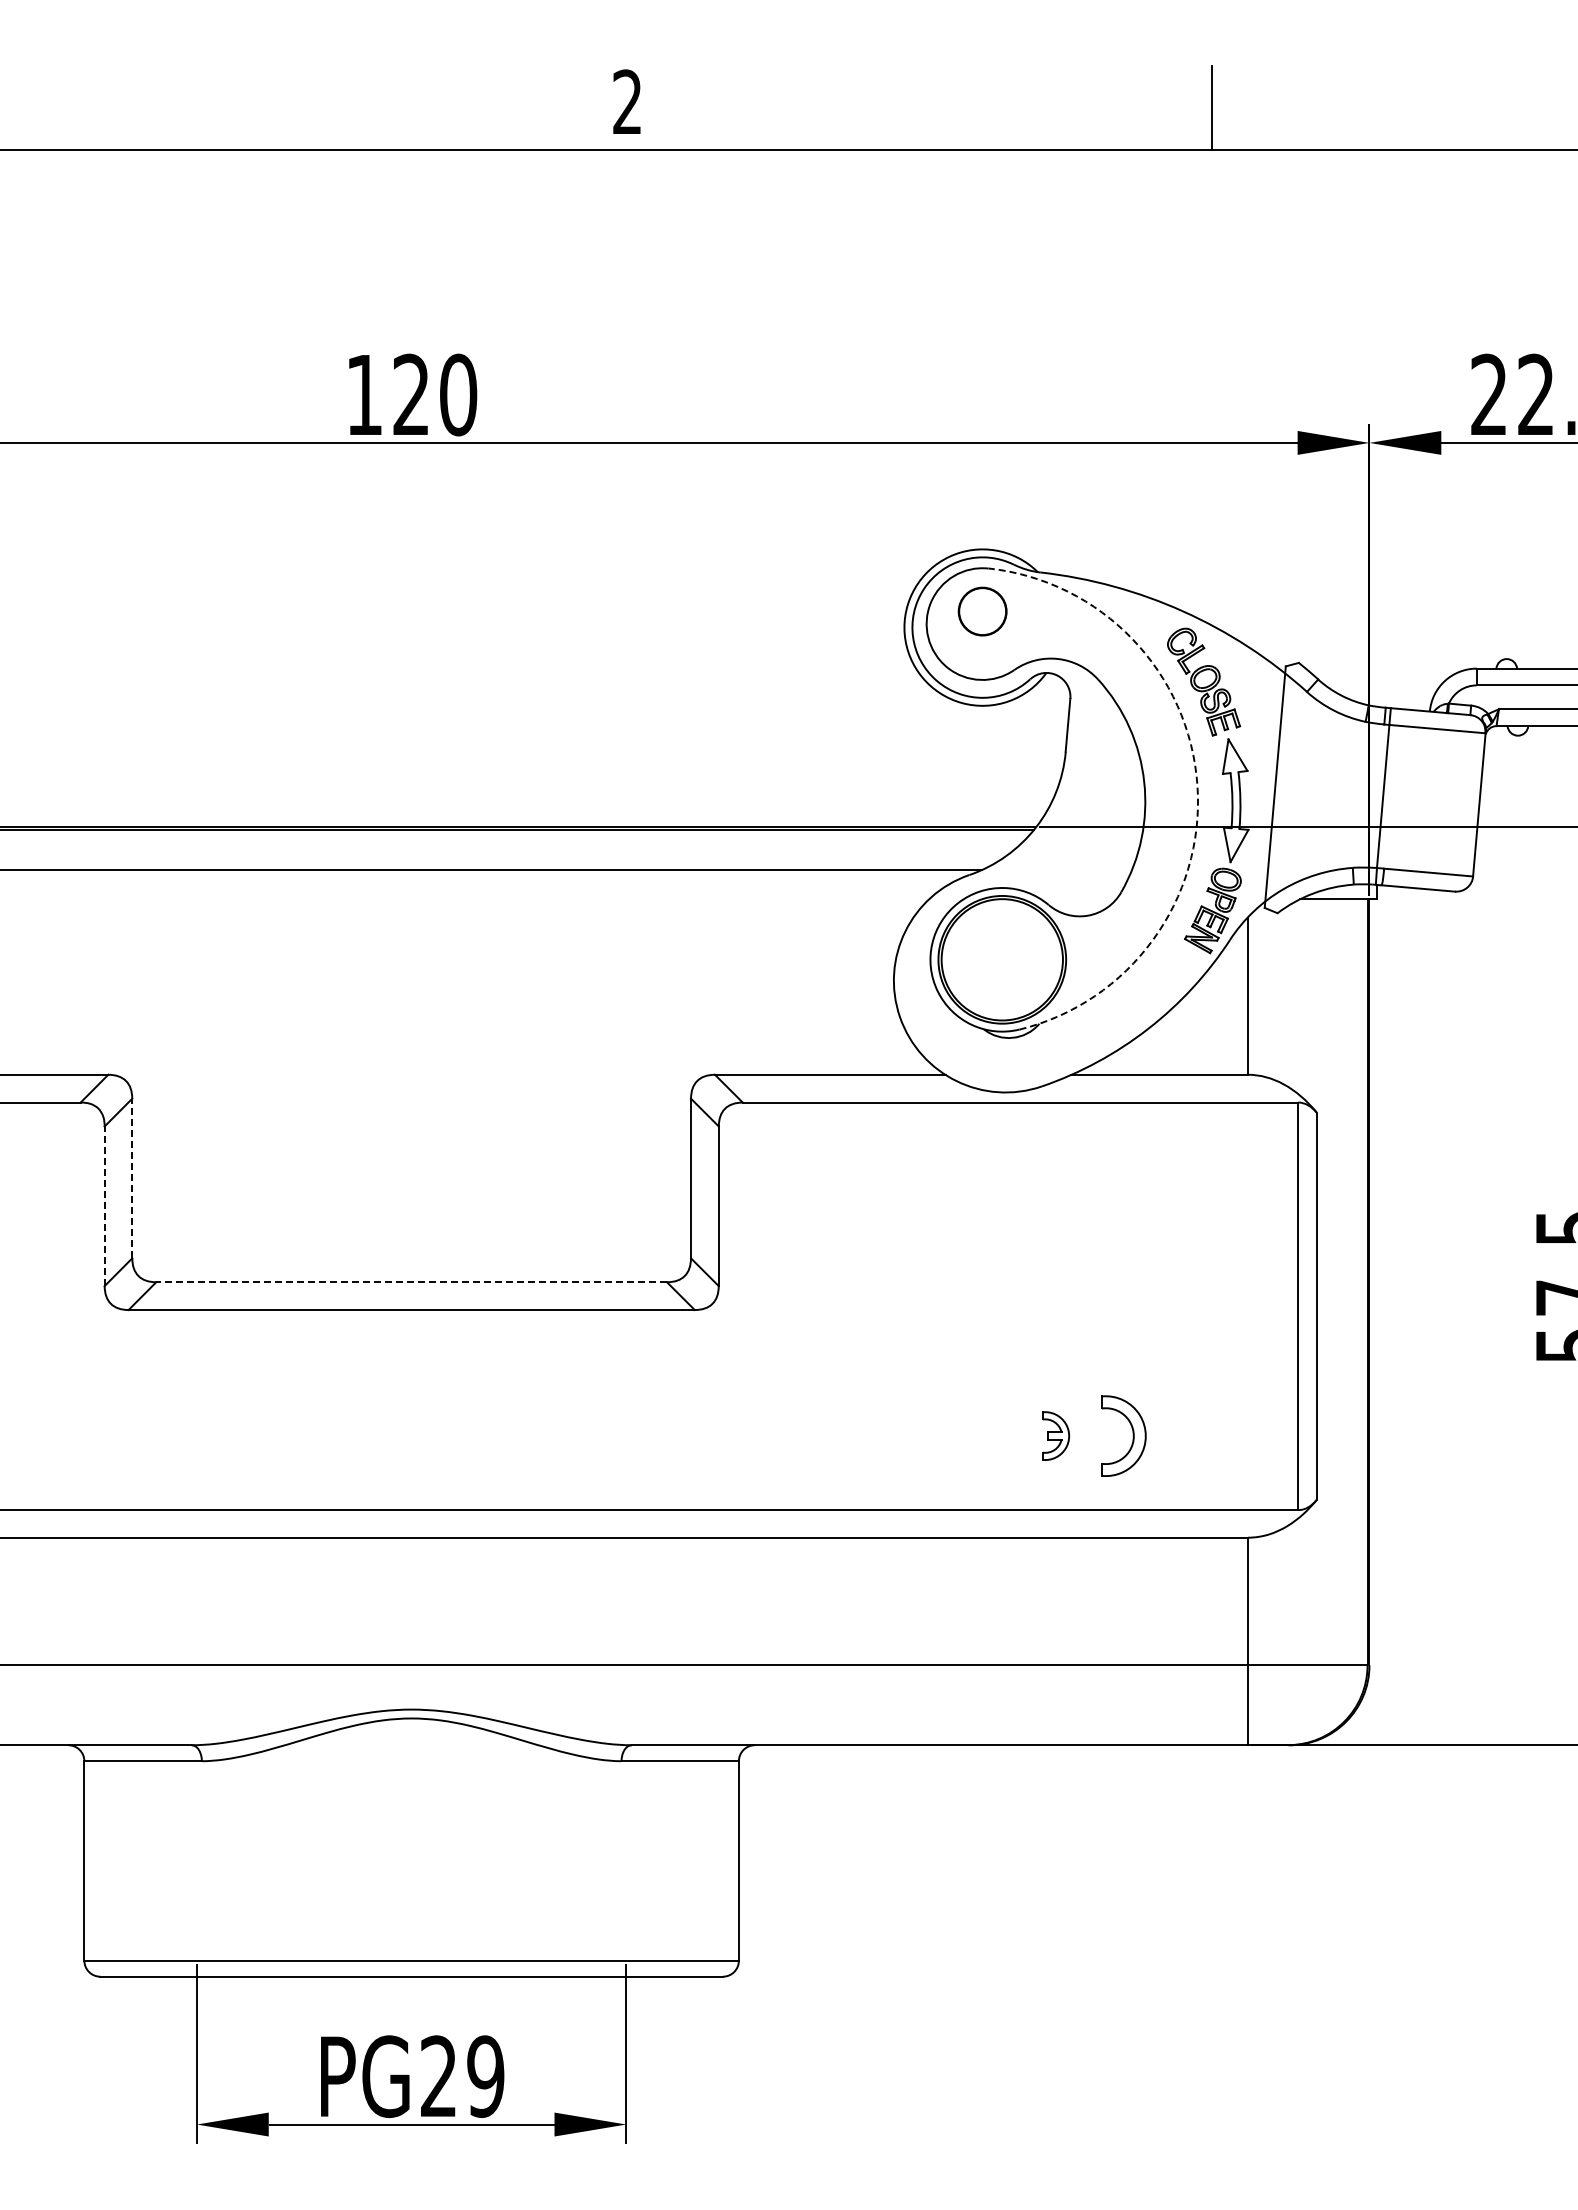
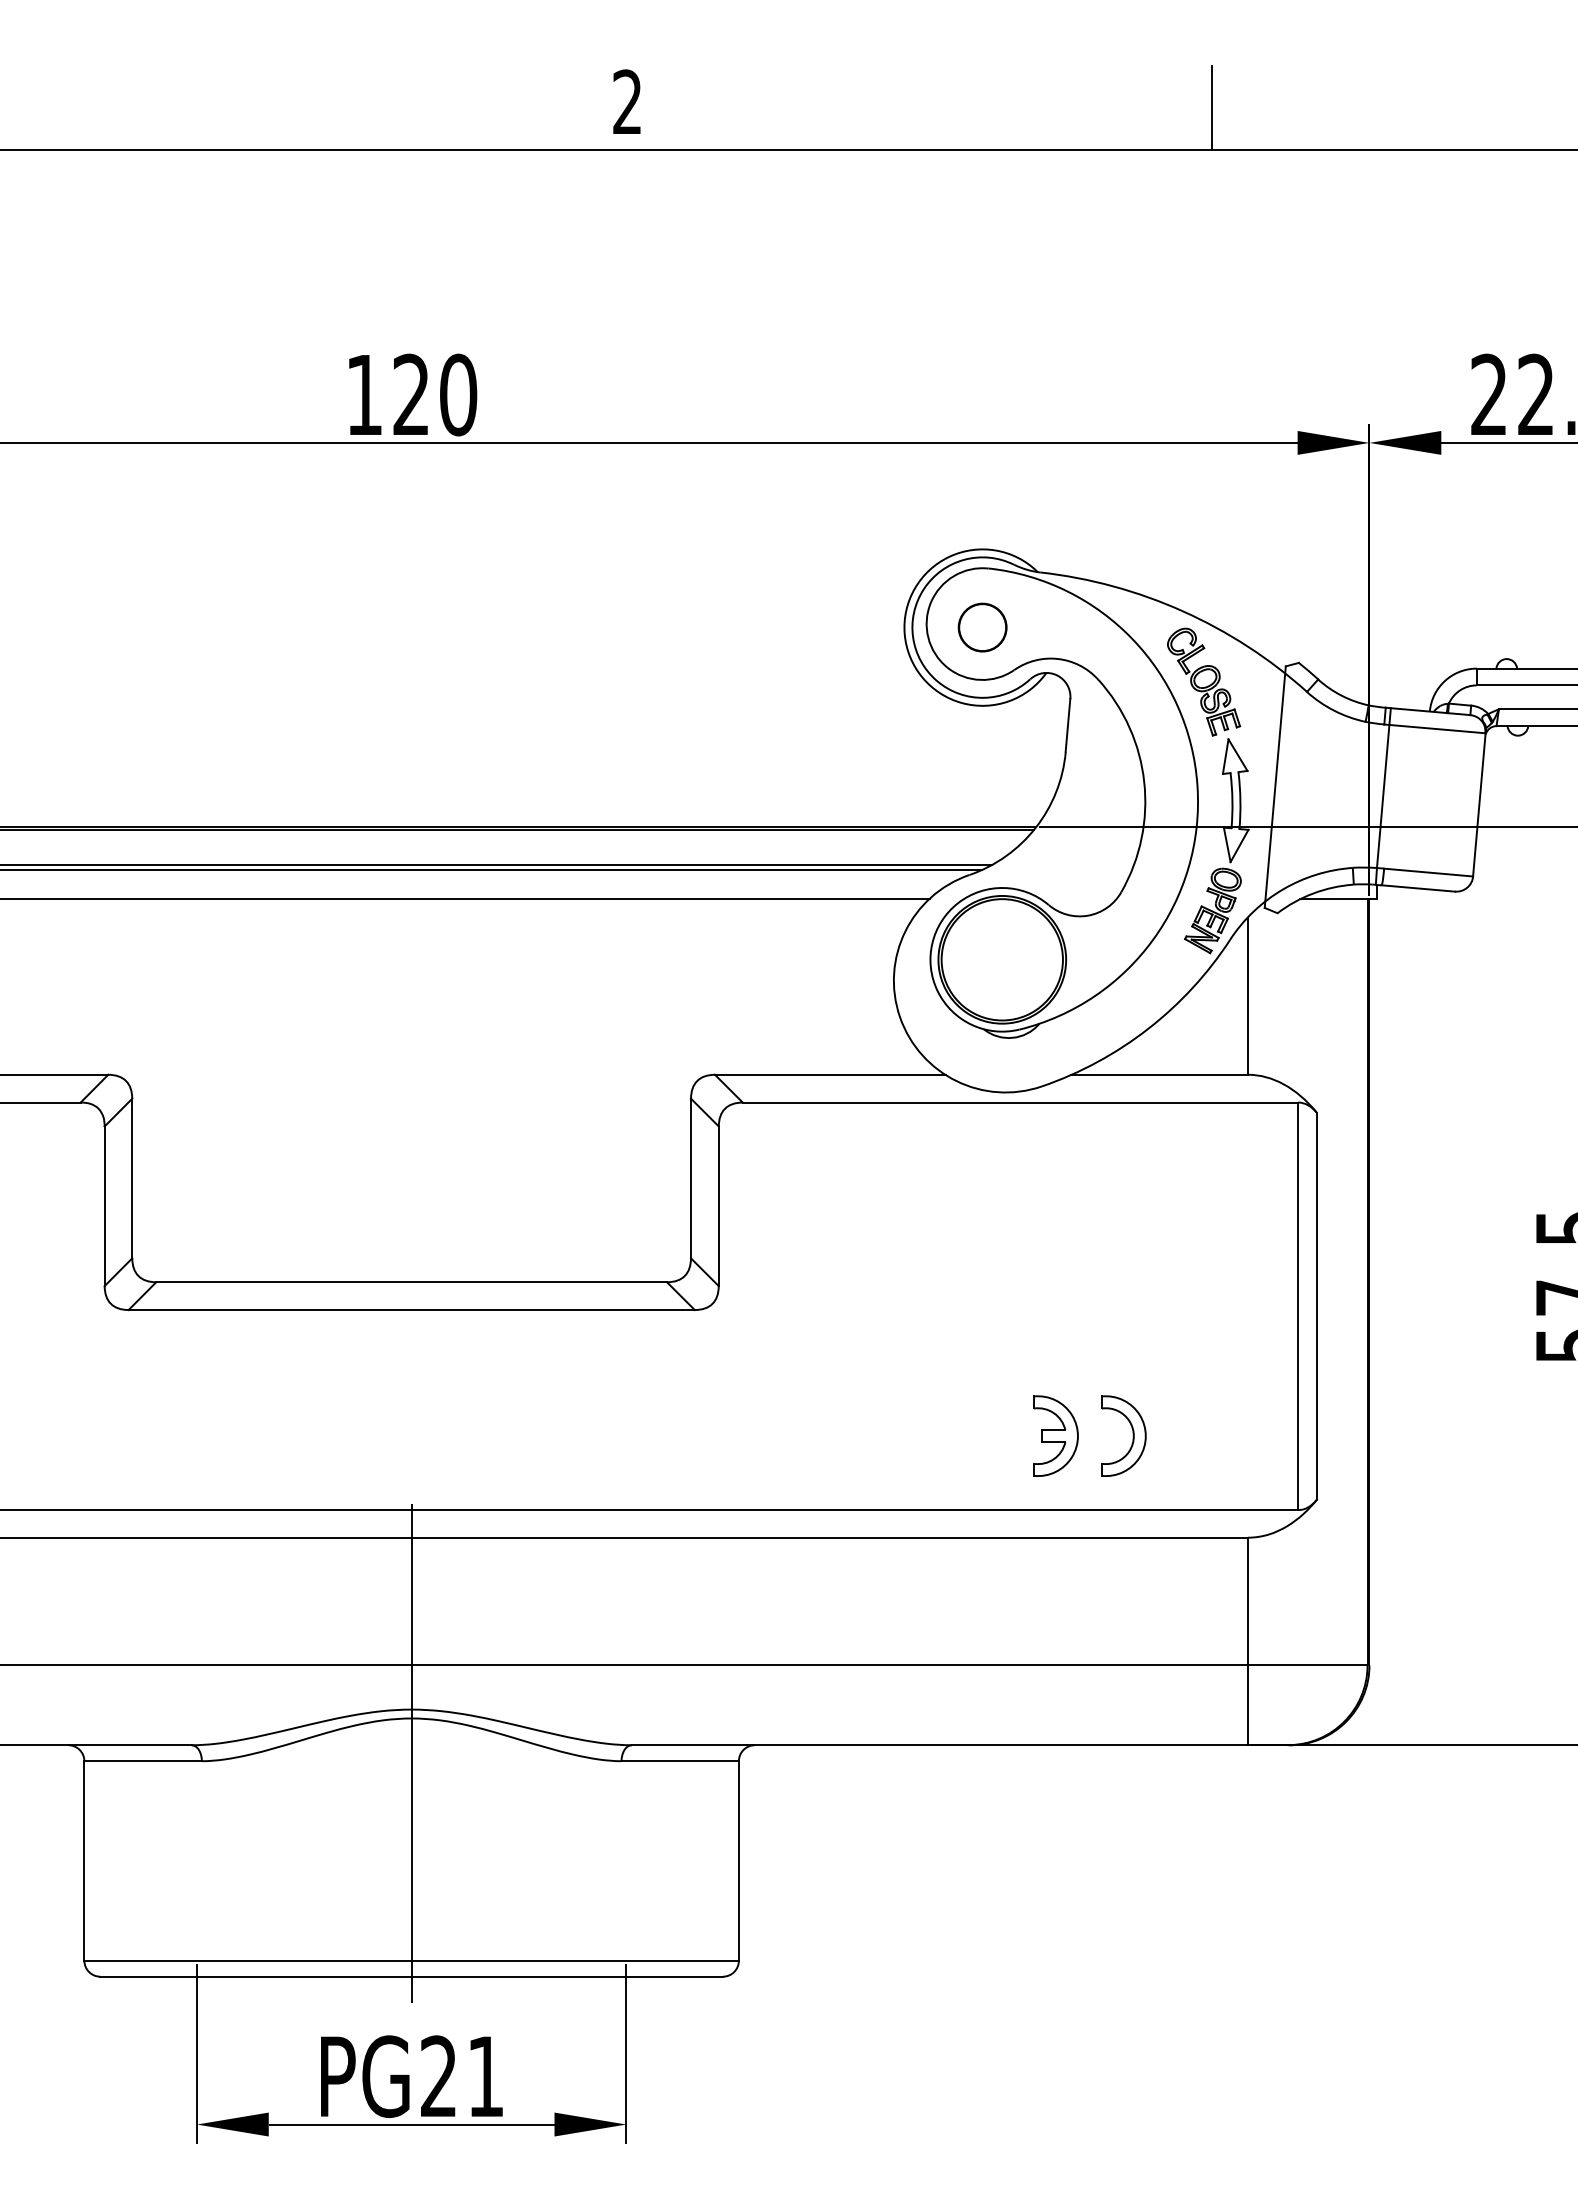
part at (982, 611) position: (982, 611) -> (982, 627)
arc at (1197, 786): dashed -> solid
line at (496, 864): none -> present
line at (465, 899): none -> present
line at (132, 1178): dashed -> solid
line at (104, 1206): dashed -> solid
line at (411, 1282): dashed -> solid
part at (1055, 1435) size: 28x50 px -> 46x82 px
line at (411, 1753): none -> present
text at (485, 2076): PG29 -> PG21
